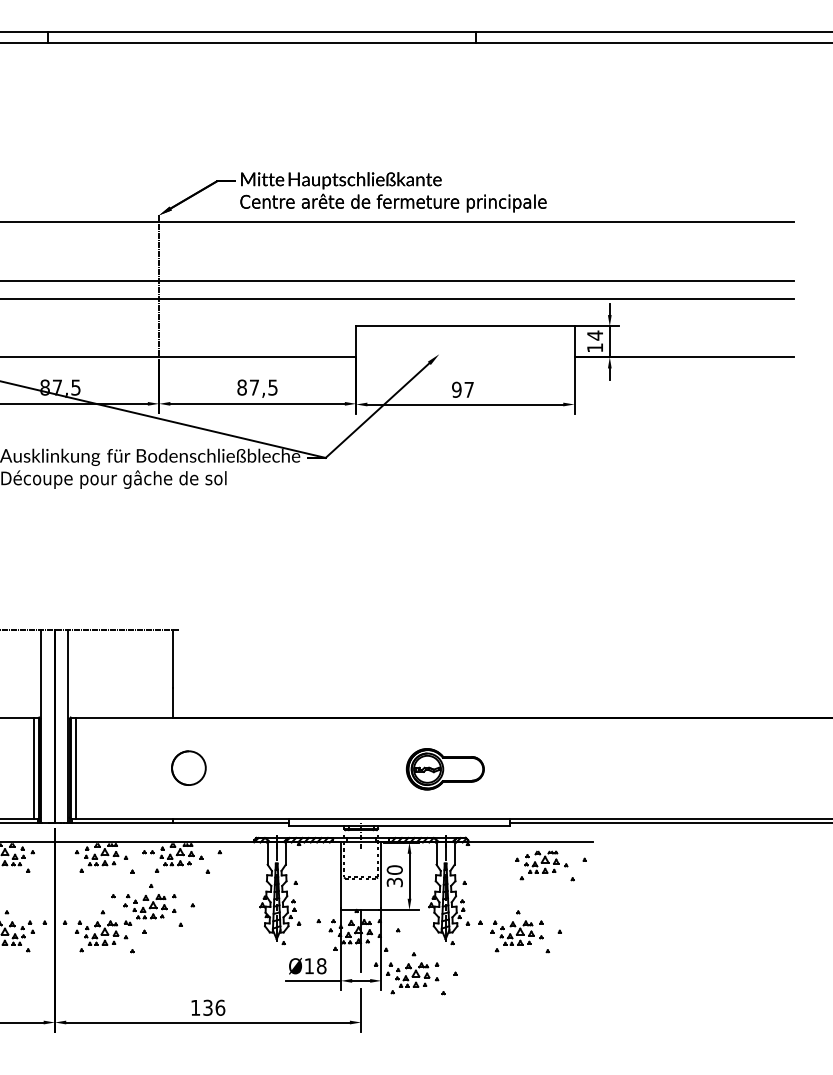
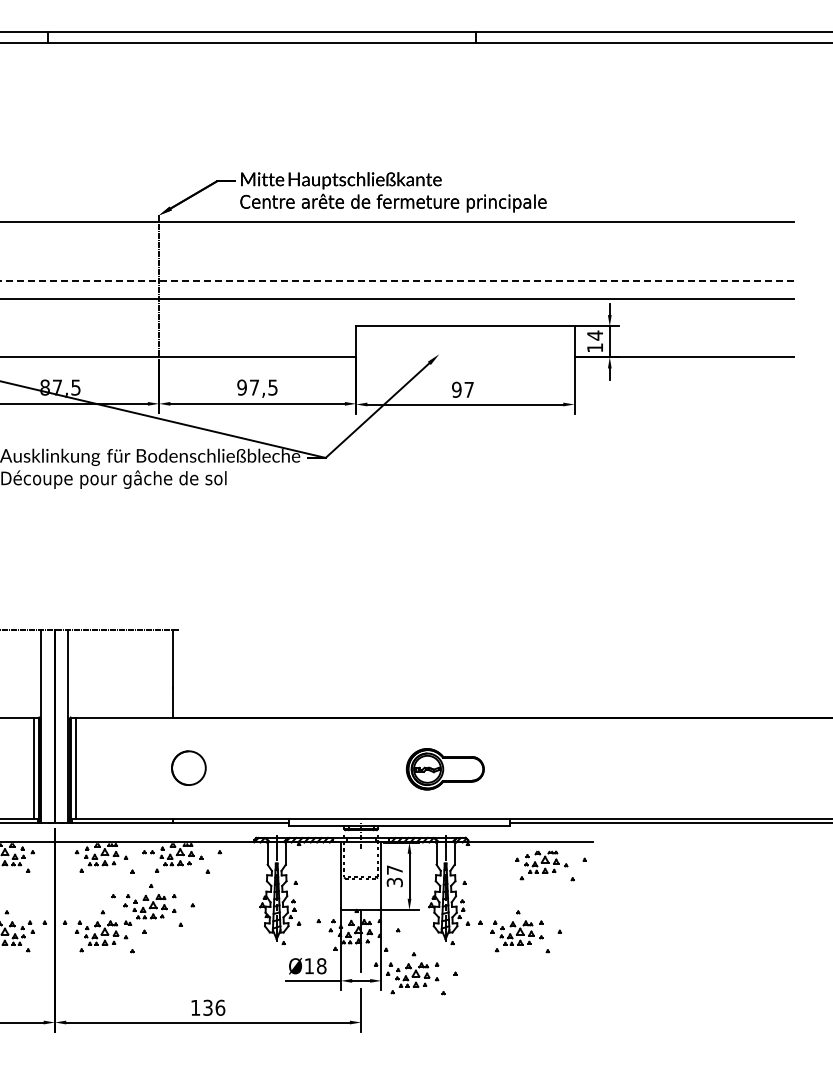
line at (397, 280): solid -> dashed
text at (241, 387): 87,5 -> 97,5
text at (394, 869): 30 -> 37
